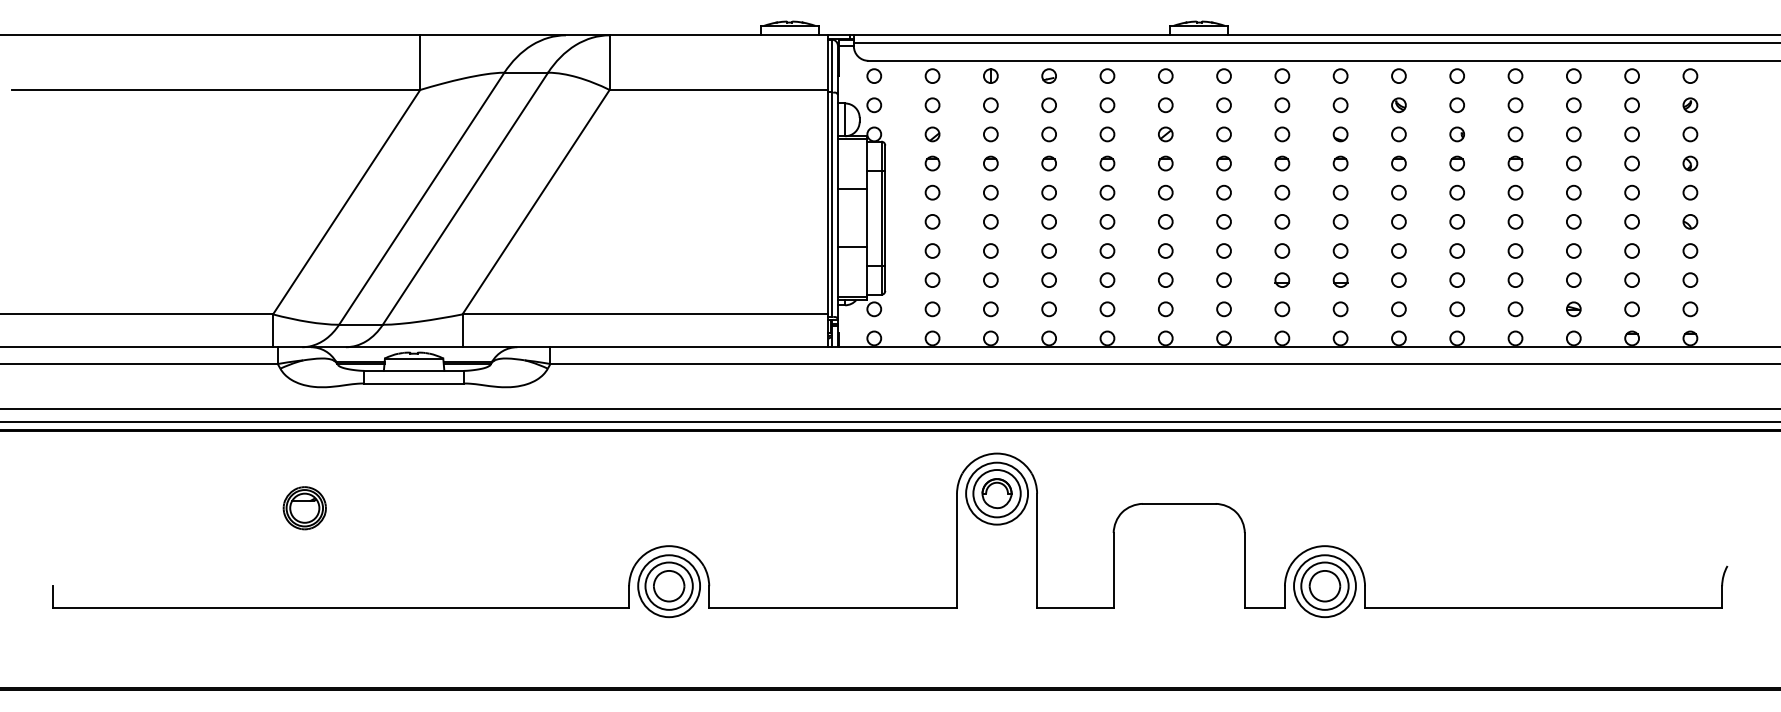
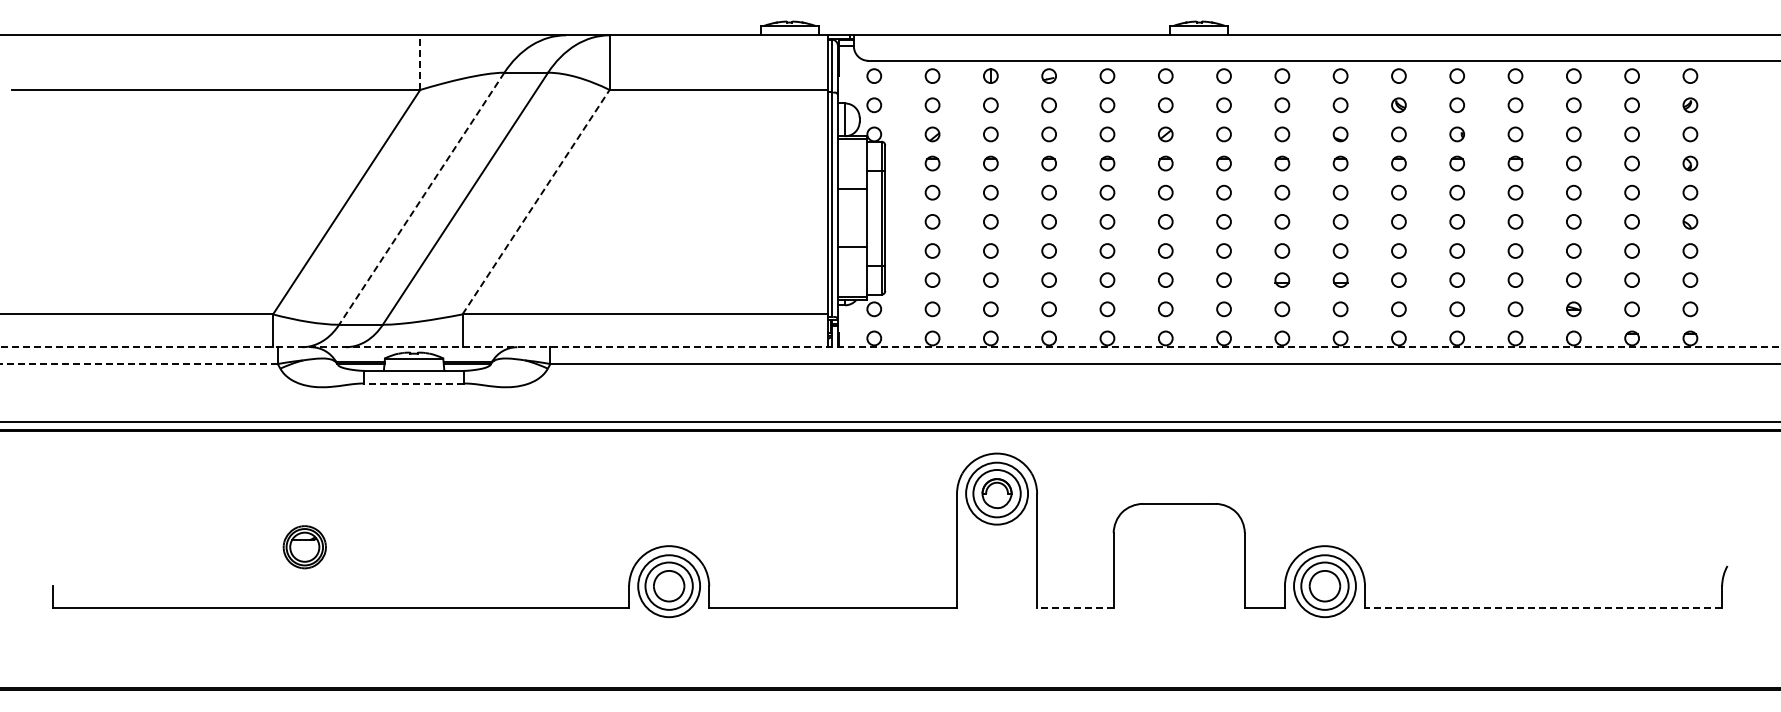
line at (1315, 42): present -> none
line at (420, 62): solid -> dashed
line at (421, 198): solid -> dashed
line at (536, 201): solid -> dashed
line at (891, 347): solid -> dashed
line at (138, 364): solid -> dashed
line at (414, 383): solid -> dashed
line at (889, 408): present -> none
part at (304, 508) position: (304, 508) -> (304, 547)
line at (1074, 608): solid -> dashed
line at (1543, 608): solid -> dashed
